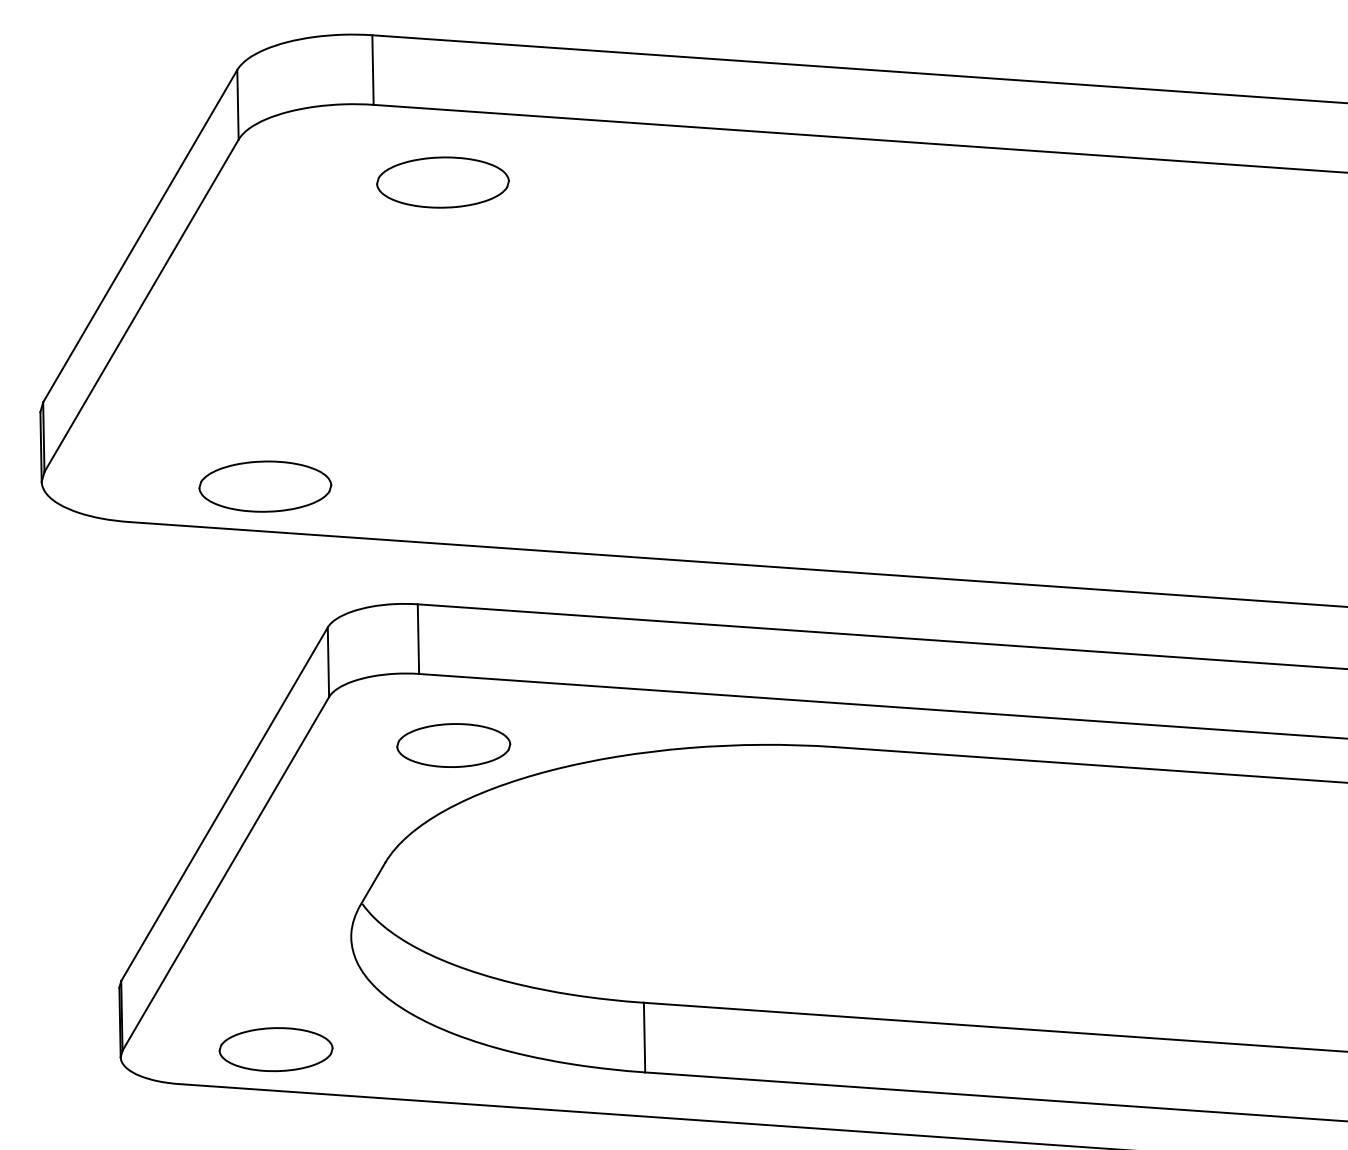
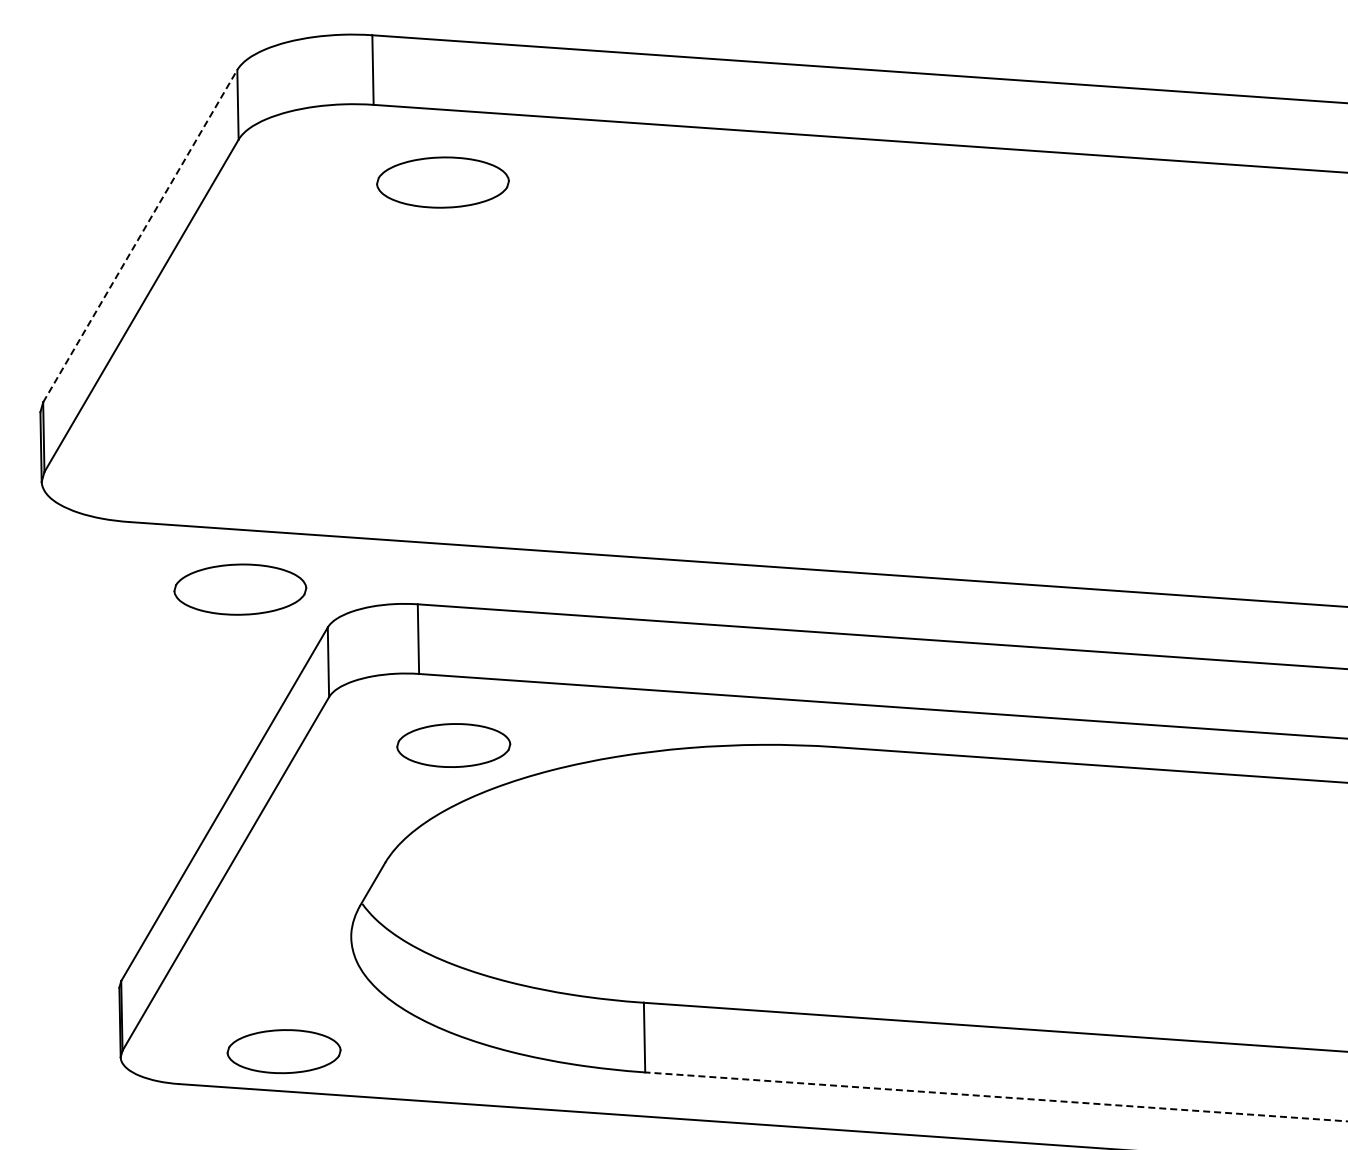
line at (140, 235): solid -> dashed
part at (265, 486) position: (265, 486) -> (240, 589)
part at (275, 1049) position: (275, 1049) -> (283, 1051)
line at (996, 1096): solid -> dashed
